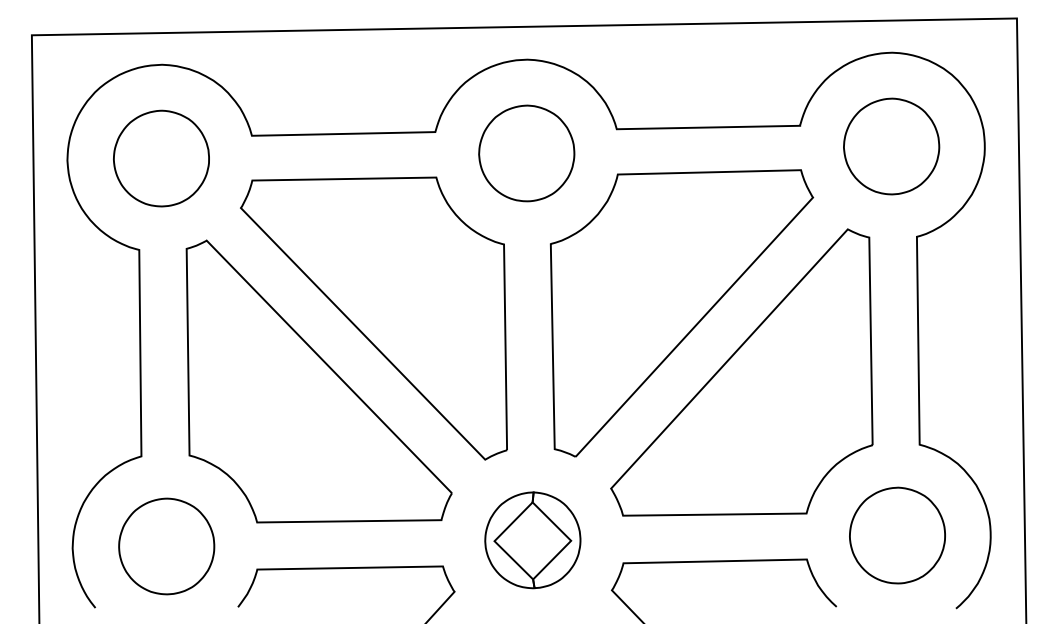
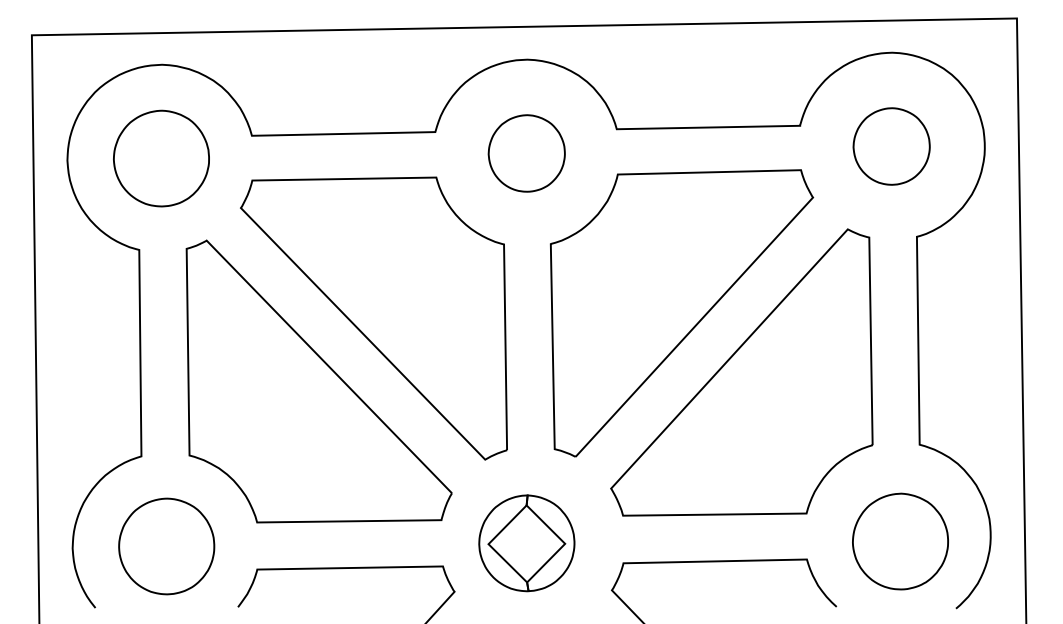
part at (891, 146) size: 98x99 px -> 79x79 px
part at (526, 153) size: 98x99 px -> 79x79 px
part at (897, 535) position: (897, 535) -> (900, 541)
part at (532, 540) position: (532, 540) -> (526, 543)
